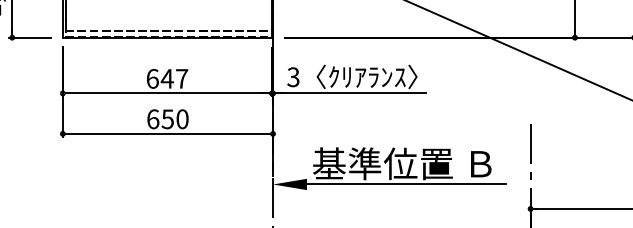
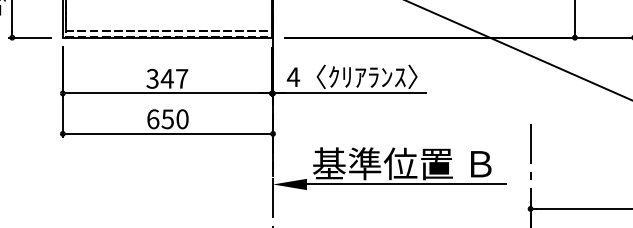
text at (293, 77): 3 -> 4
text at (152, 78): 647 -> 347
